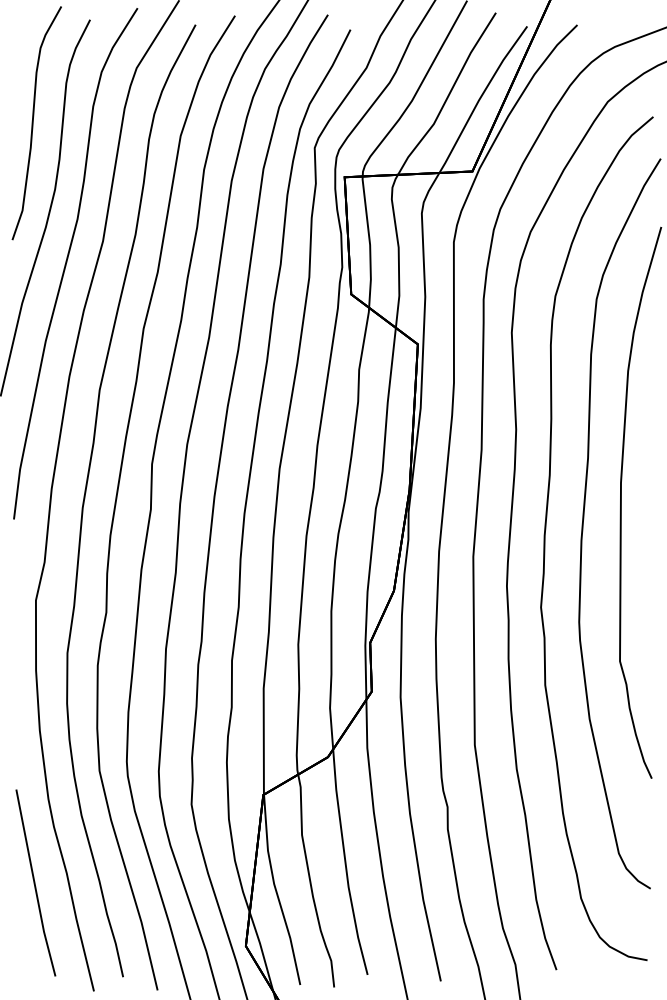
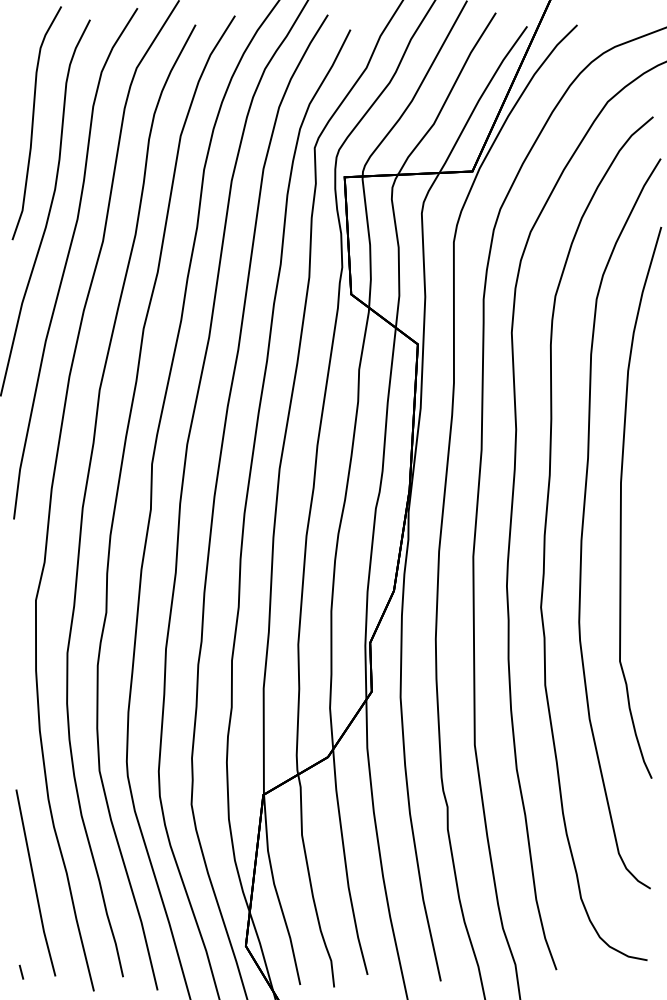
line at (21, 971): none -> present
